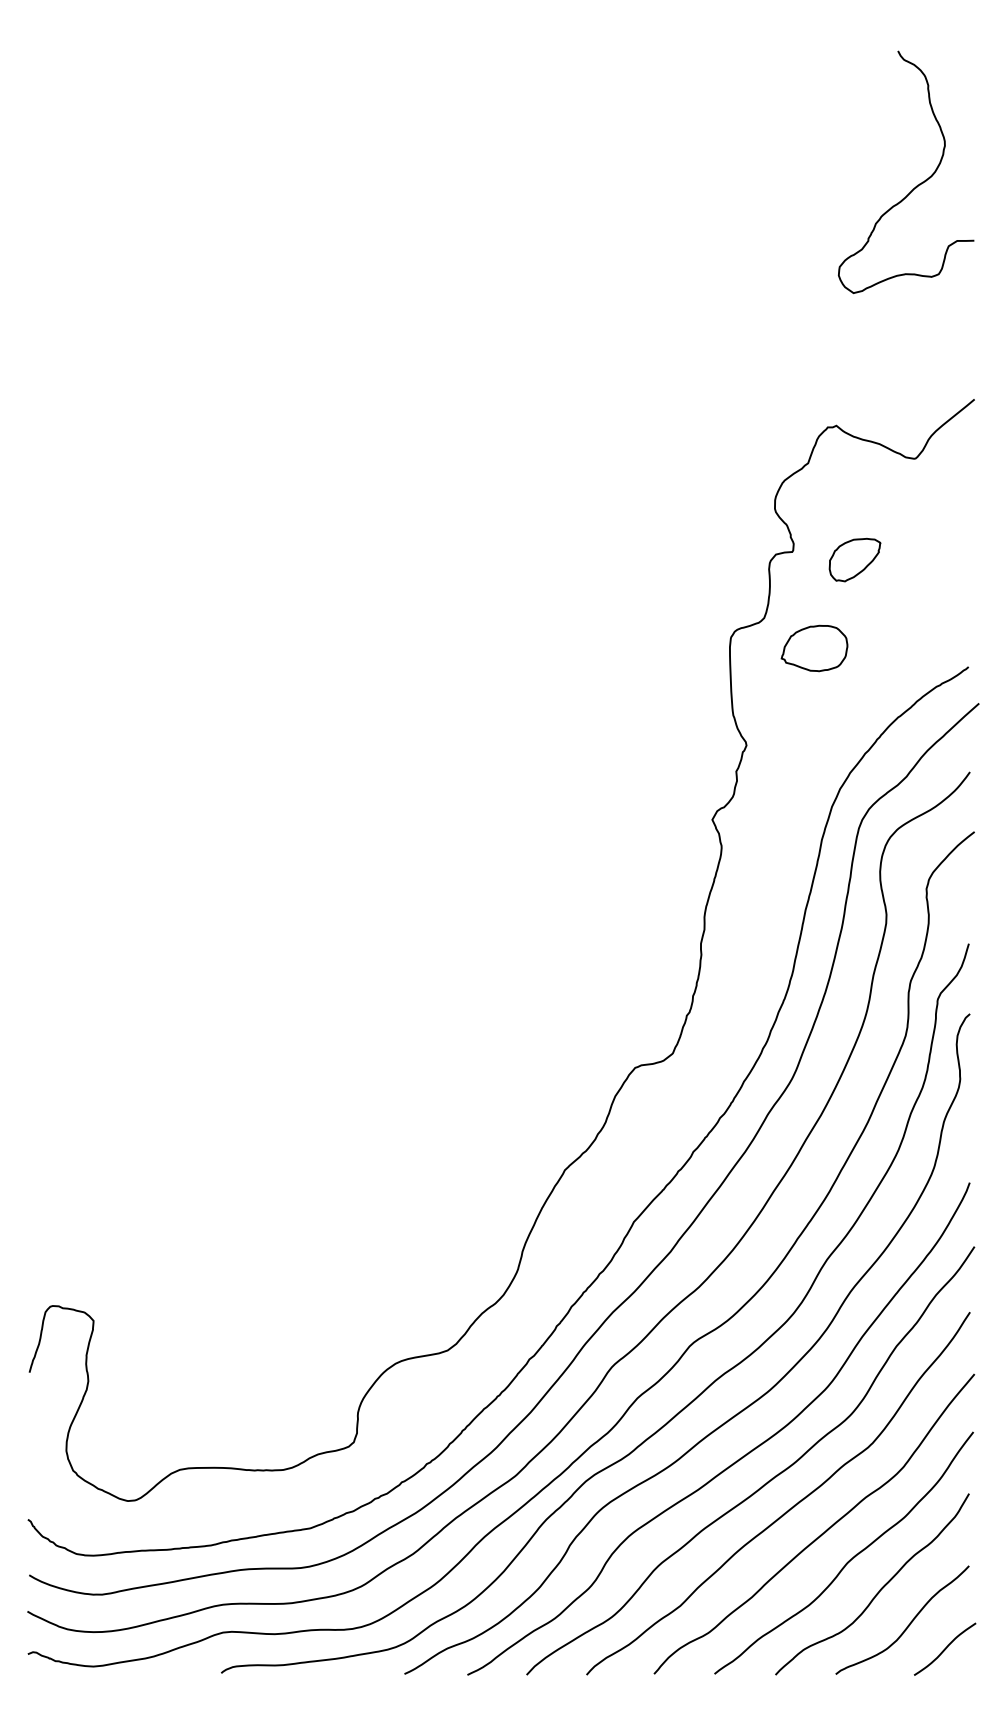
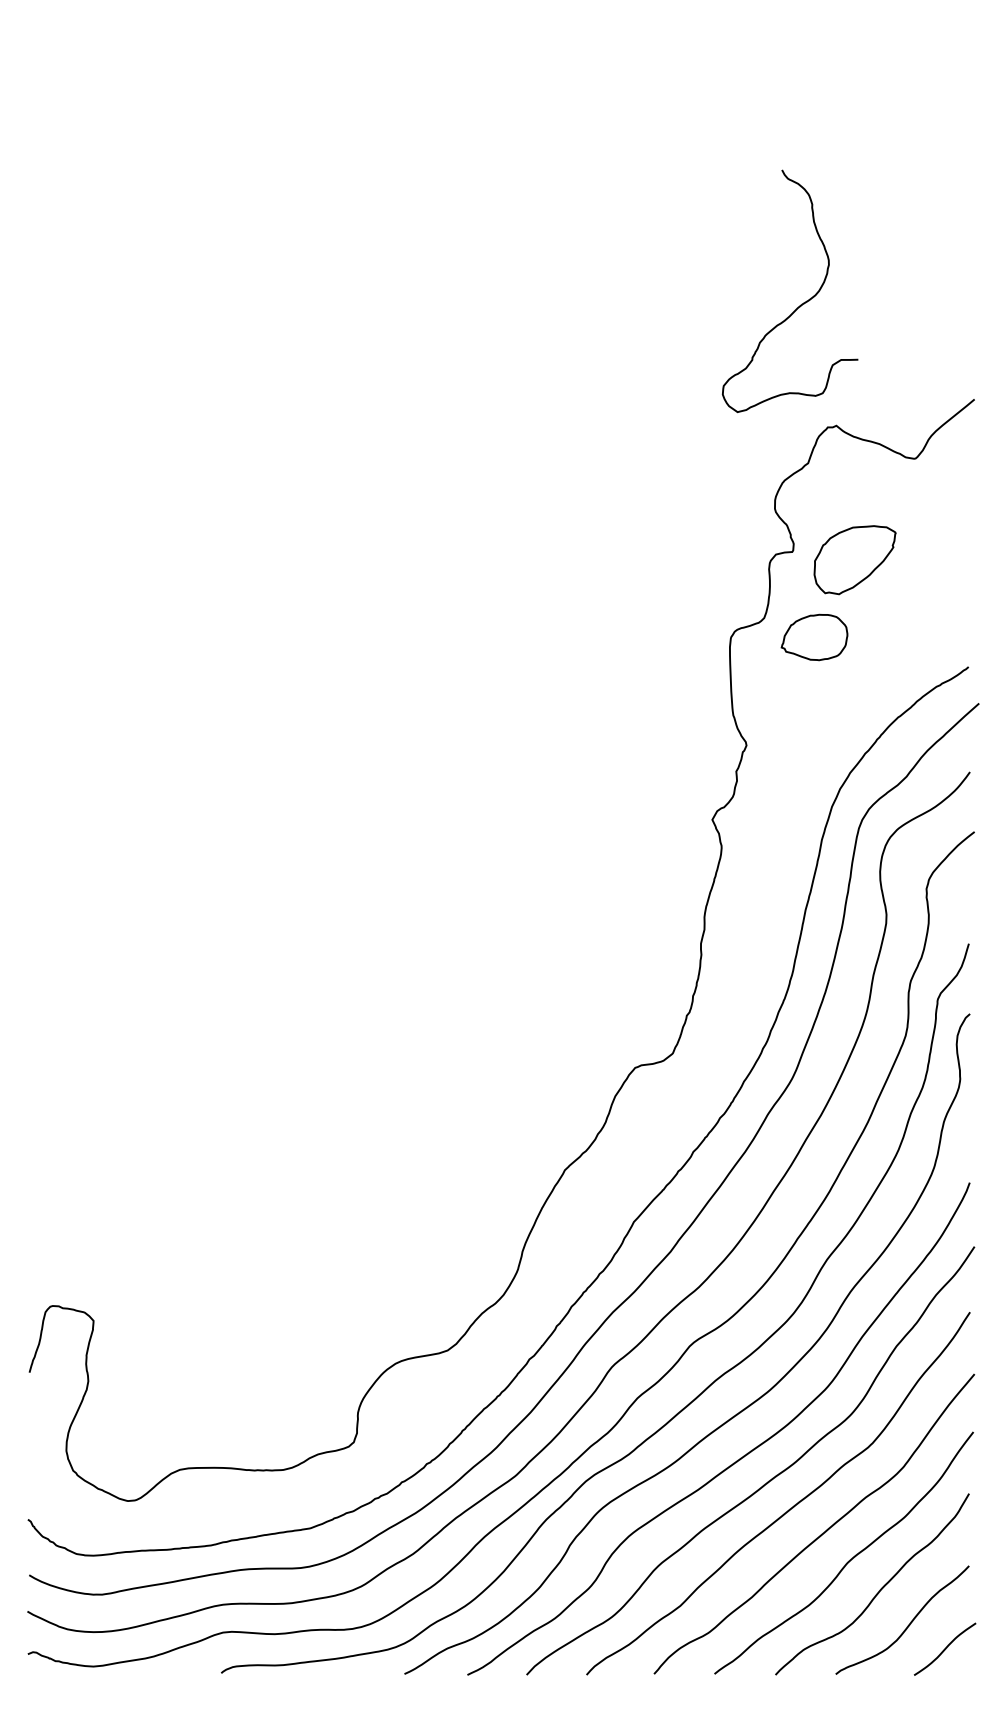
curve at (916, 185) position: (916, 185) -> (800, 304)
part at (854, 559) size: 54x46 px -> 84x71 px
part at (814, 648) position: (814, 648) -> (814, 637)
